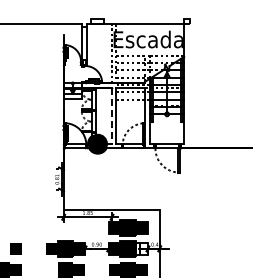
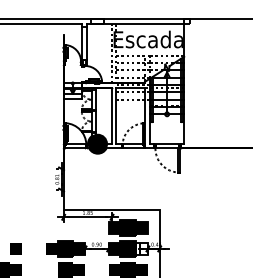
line at (125, 18): none -> present
line at (111, 115): dashed -> solid
